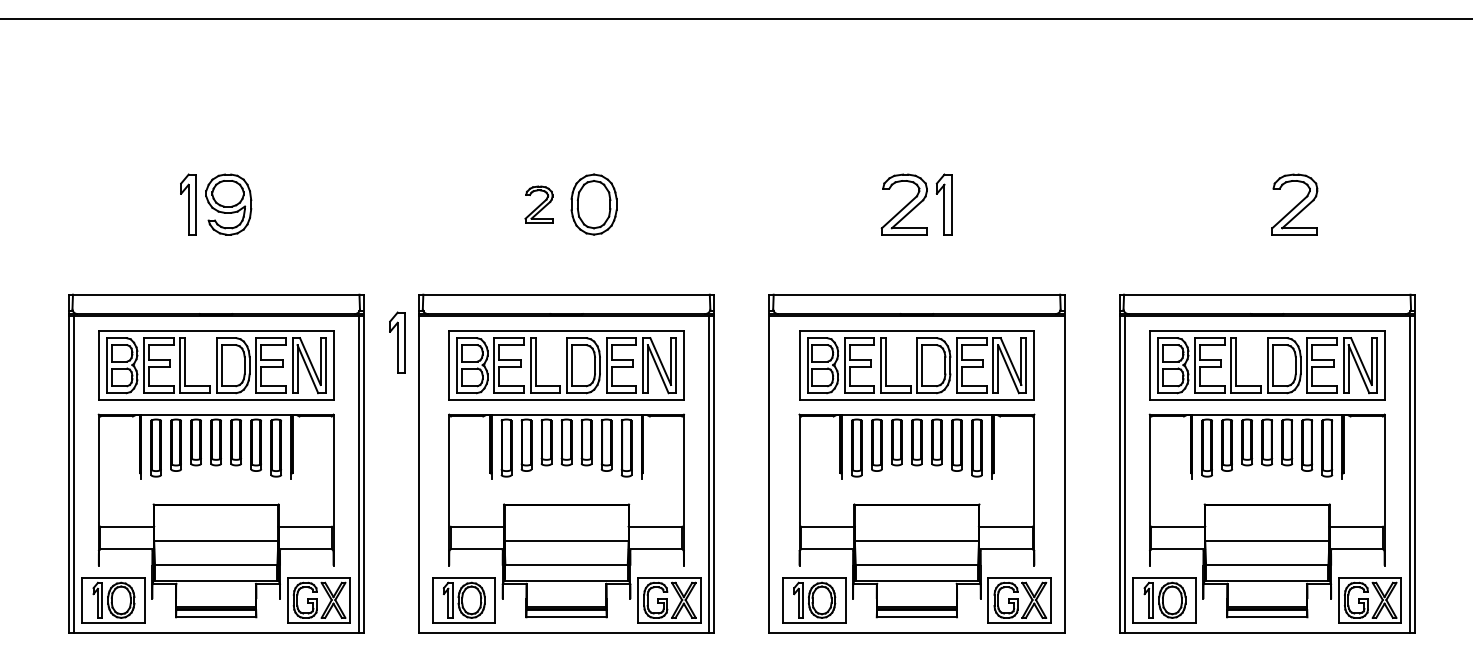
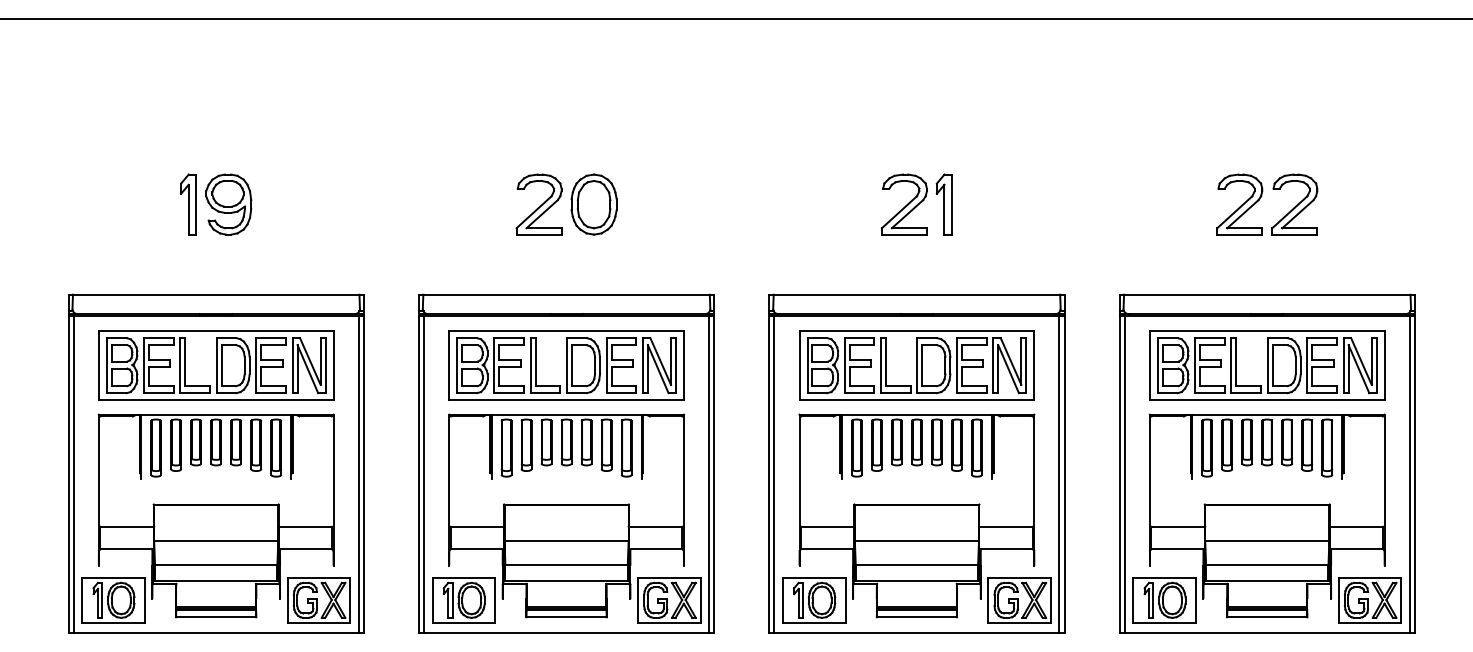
part at (538, 204) size: 30x39 px -> 48x63 px
part at (1239, 204): none -> present
part at (397, 342): present -> none
line at (424, 473): none -> present
line at (774, 473): none -> present
line at (1059, 473): none -> present
